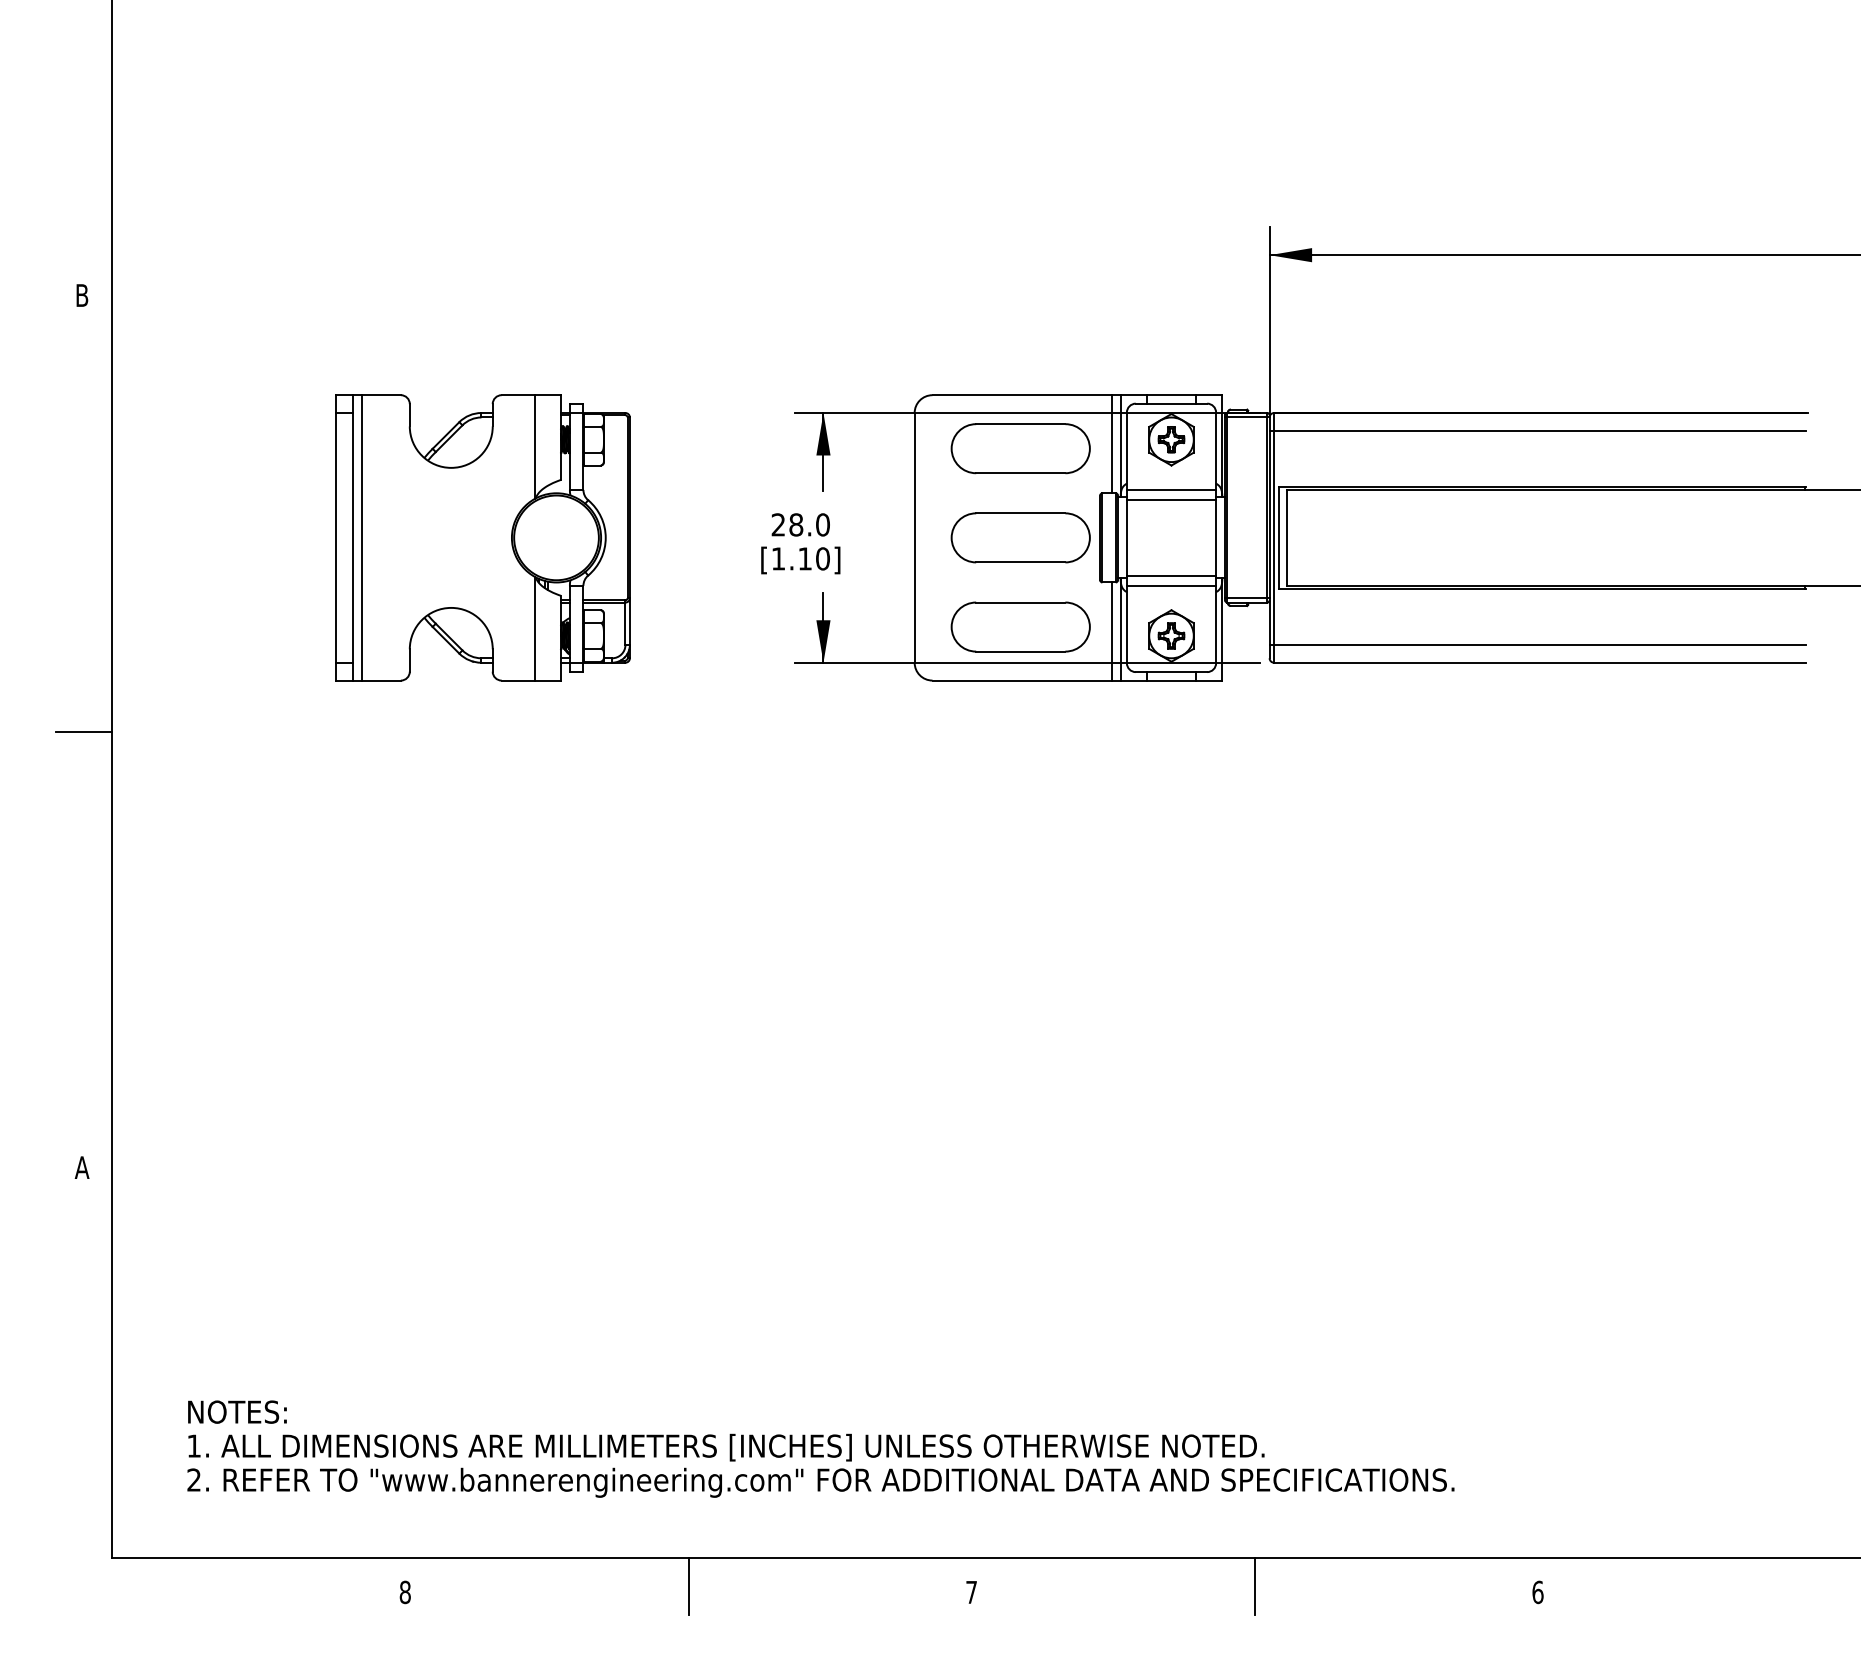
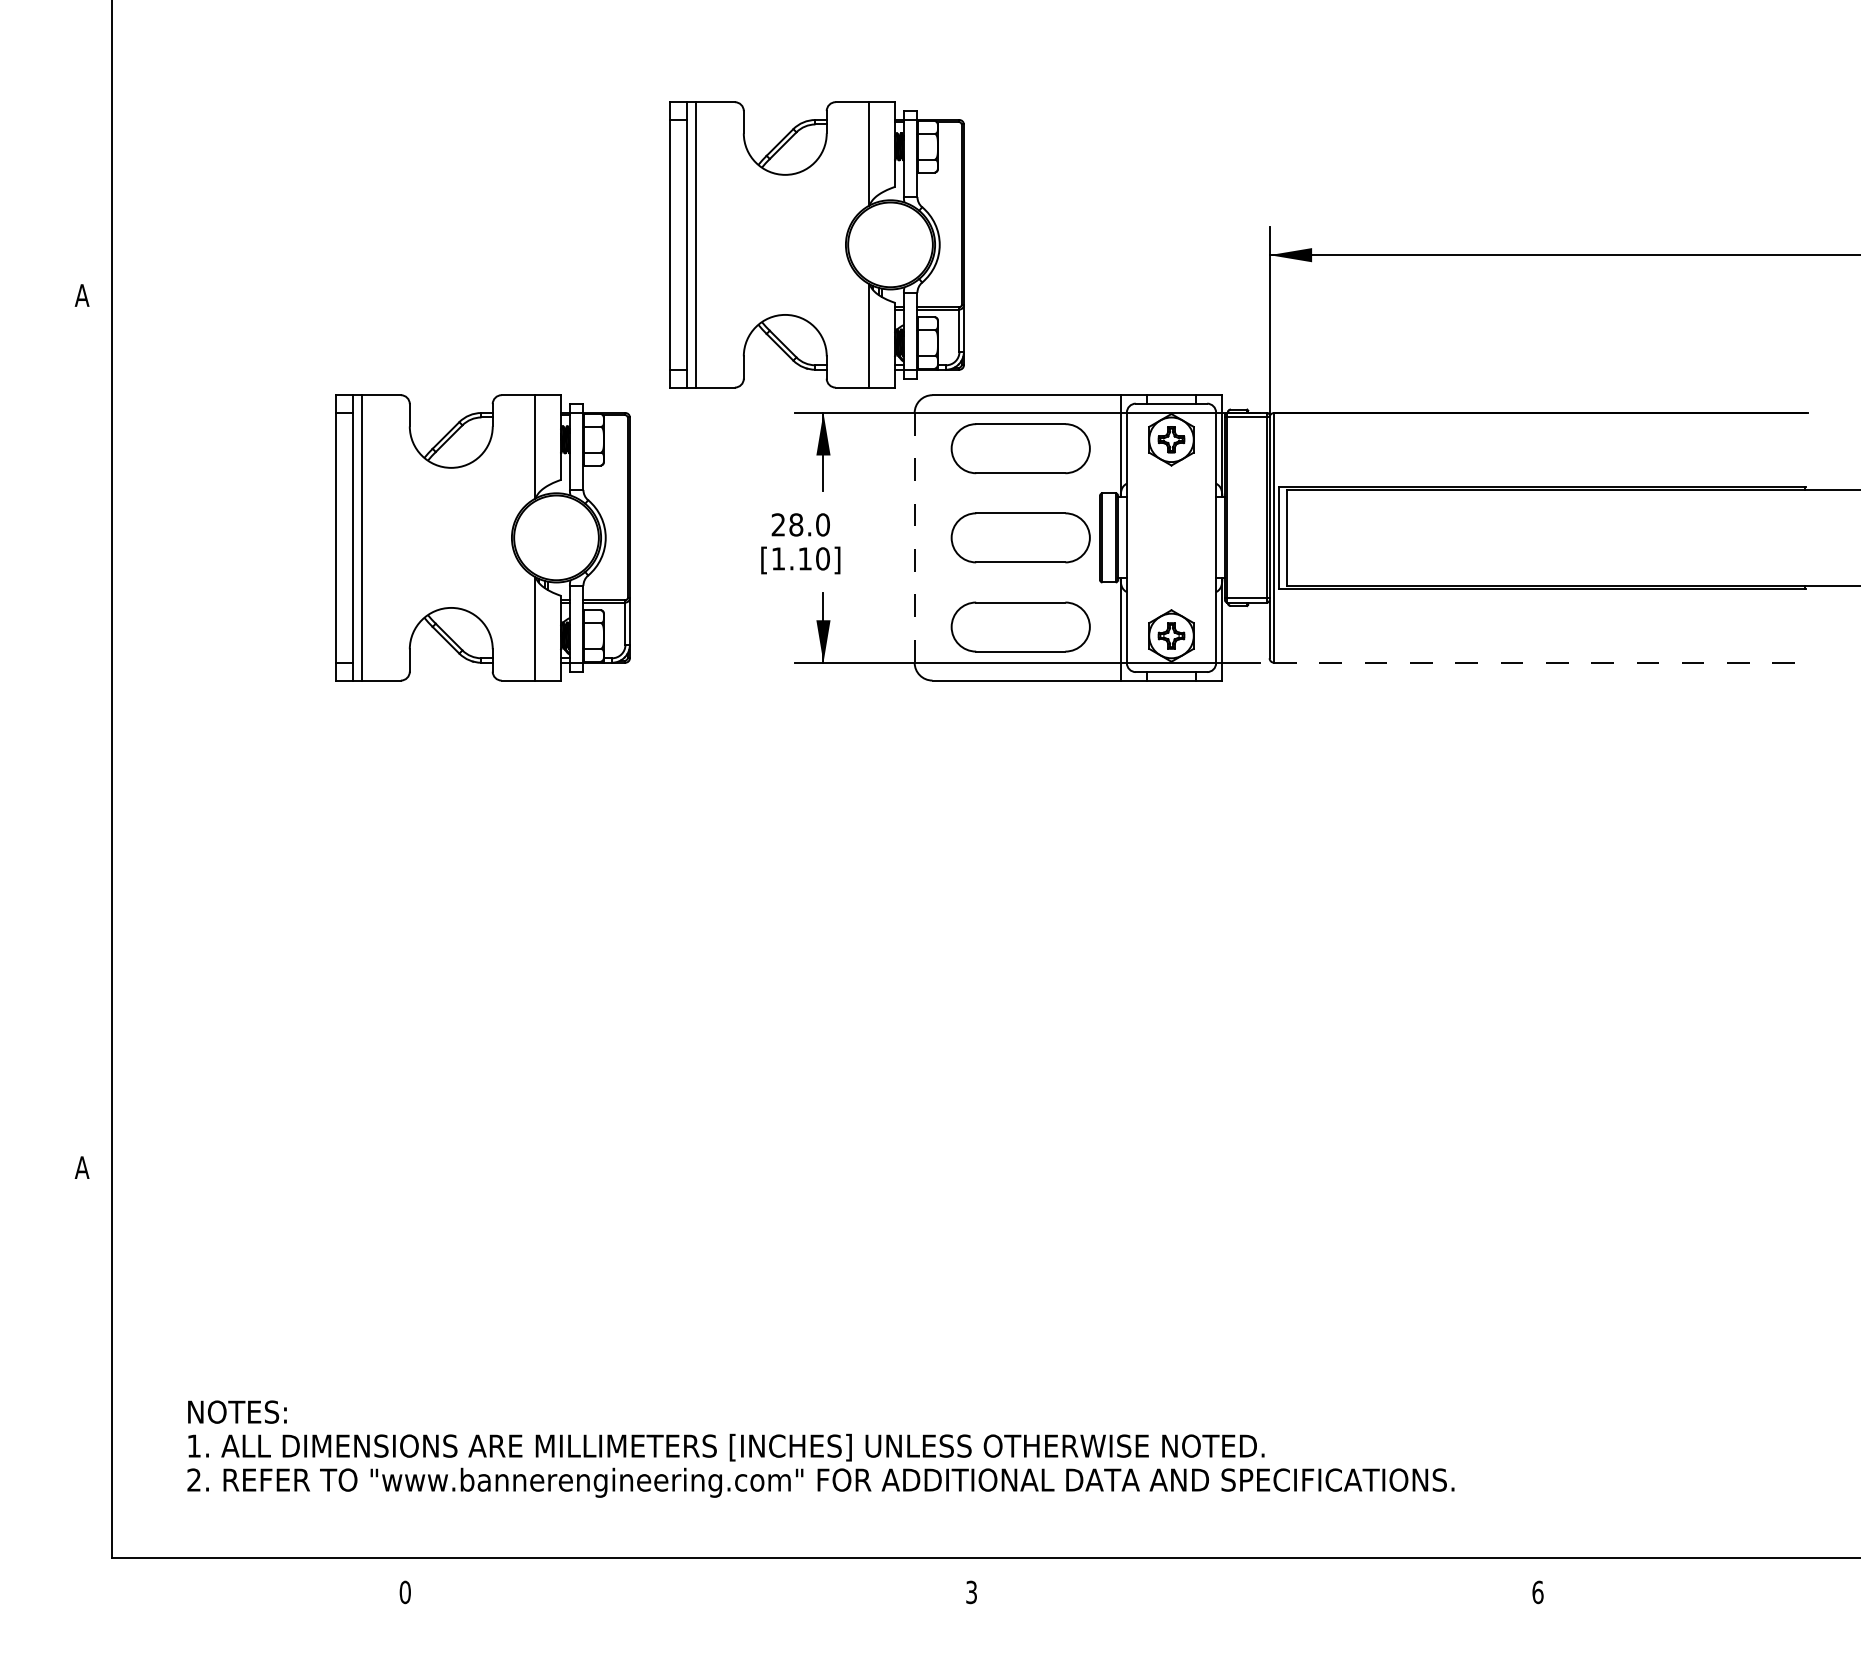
part at (816, 244): none -> present
text at (81, 295): B -> A
line at (1537, 430): present -> none
line at (1111, 444): present -> none
line at (1171, 490): present -> none
line at (1171, 500): present -> none
line at (914, 537): solid -> dashed
line at (1171, 575): present -> none
line at (1171, 585): present -> none
line at (1111, 631): present -> none
line at (1537, 644): present -> none
line at (1539, 662): solid -> dashed
line at (83, 731): present -> none
line at (688, 1586): present -> none
line at (1254, 1586): present -> none
text at (404, 1592): 8 -> 0
text at (971, 1592): 7 -> 3
